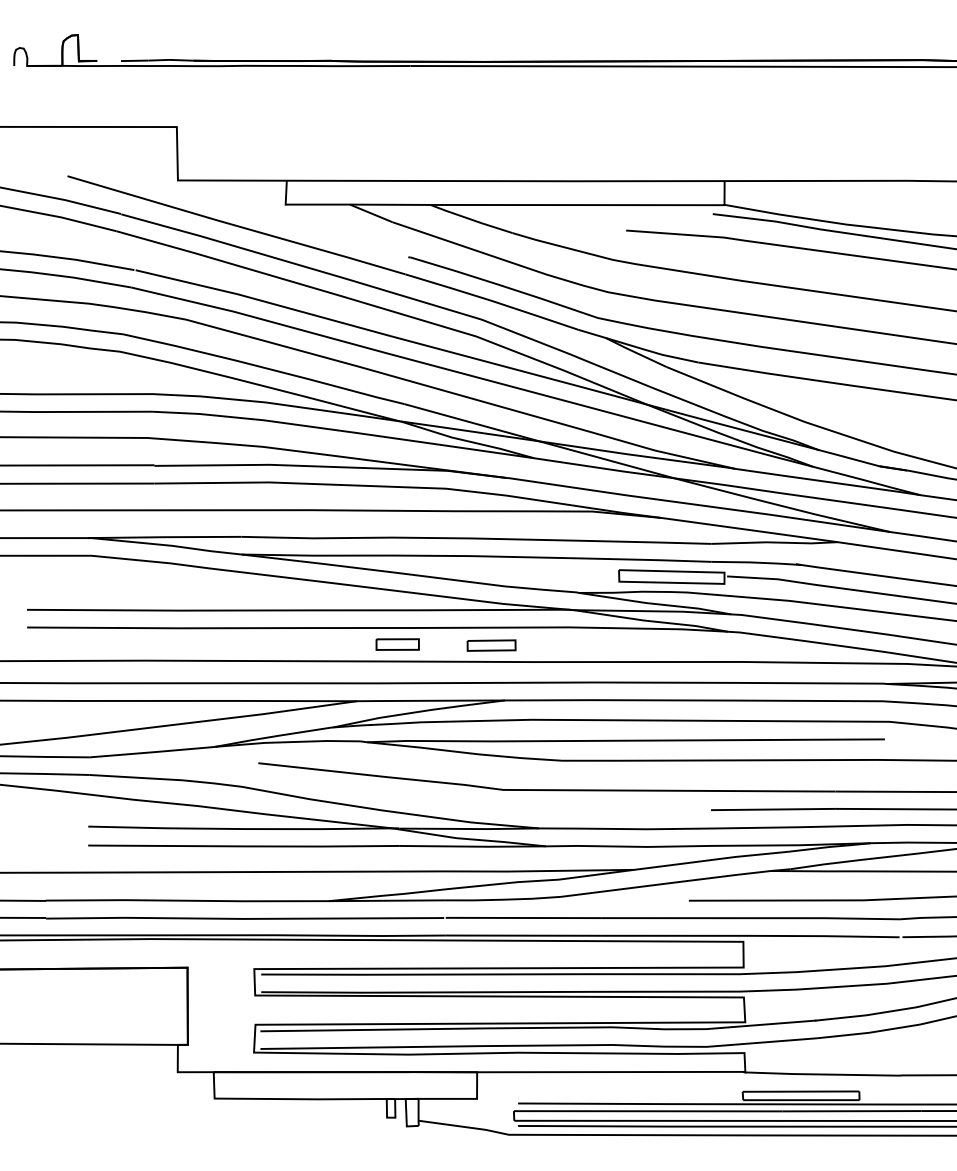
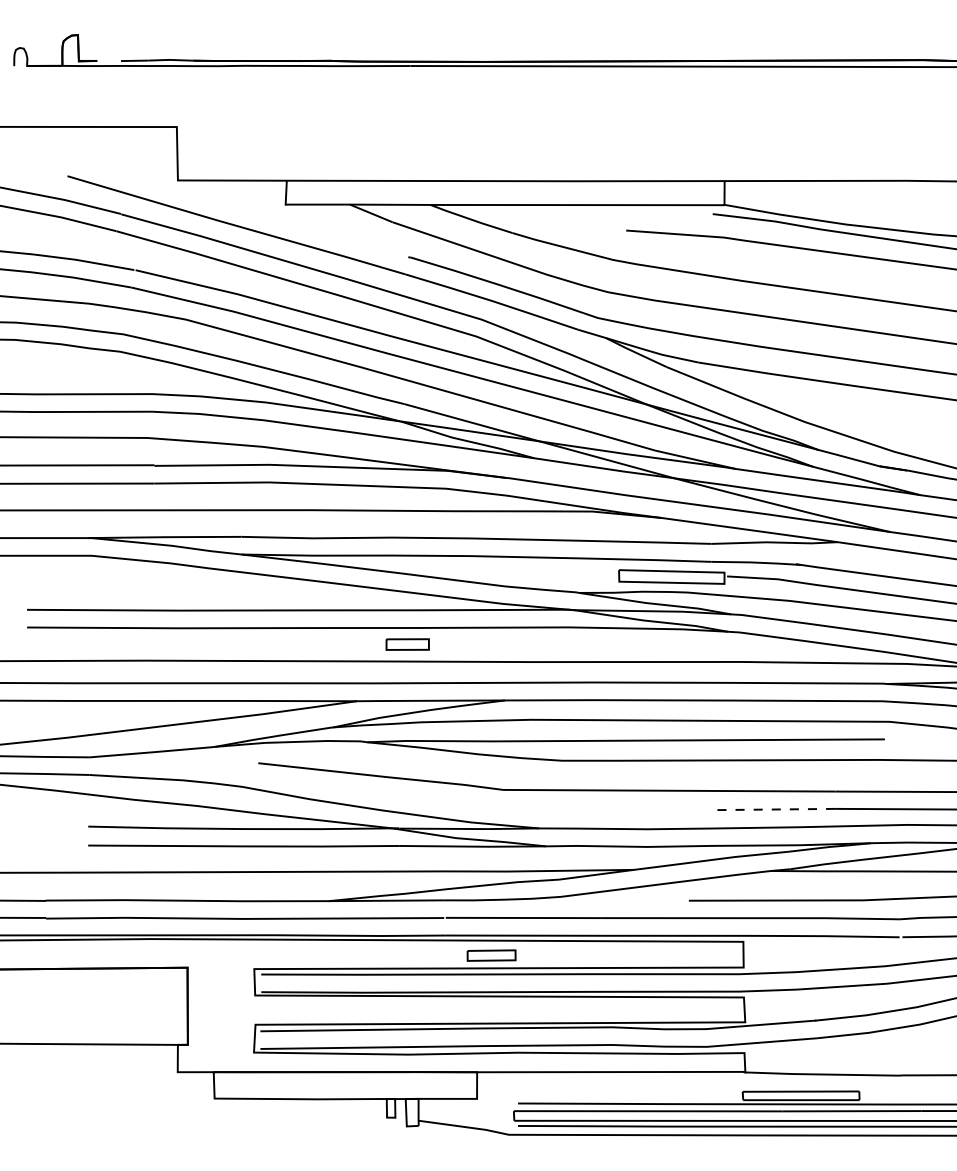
part at (397, 644) position: (397, 644) -> (407, 644)
part at (491, 645) position: (491, 645) -> (491, 955)
line at (772, 809): solid -> dashed
